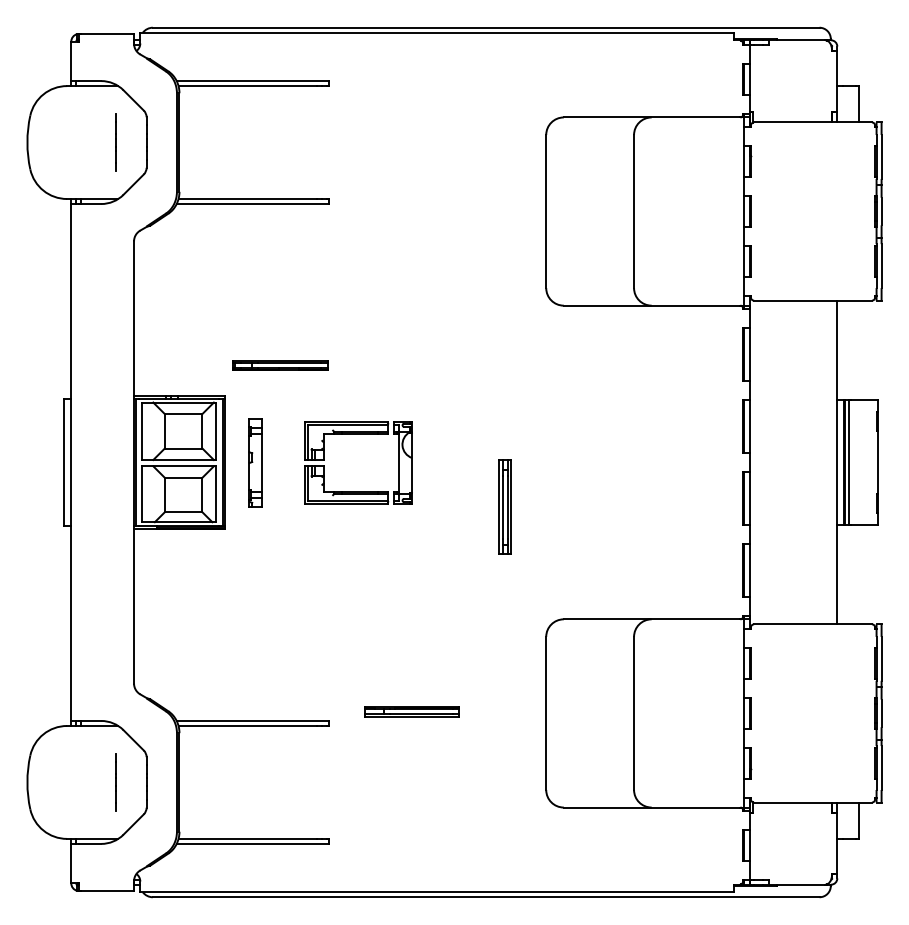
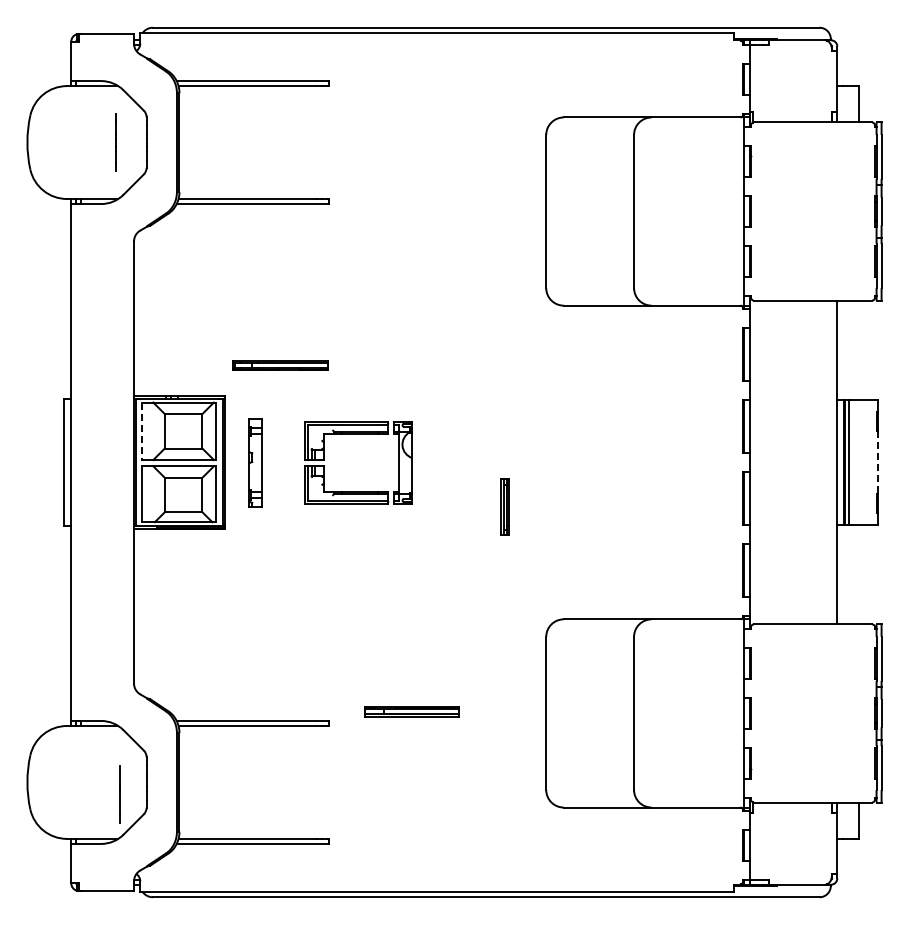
line at (142, 431): solid -> dashed
line at (878, 463): solid -> dashed
part at (504, 506) size: 14x96 px -> 10x58 px
line at (115, 782) position: (115, 782) -> (119, 794)
